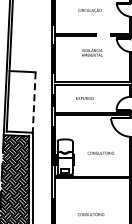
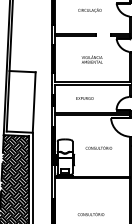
text at (91, 52) position: (91, 52) -> (91, 59)
line at (34, 103): dashed -> solid
text at (100, 152) position: (100, 152) -> (98, 147)
